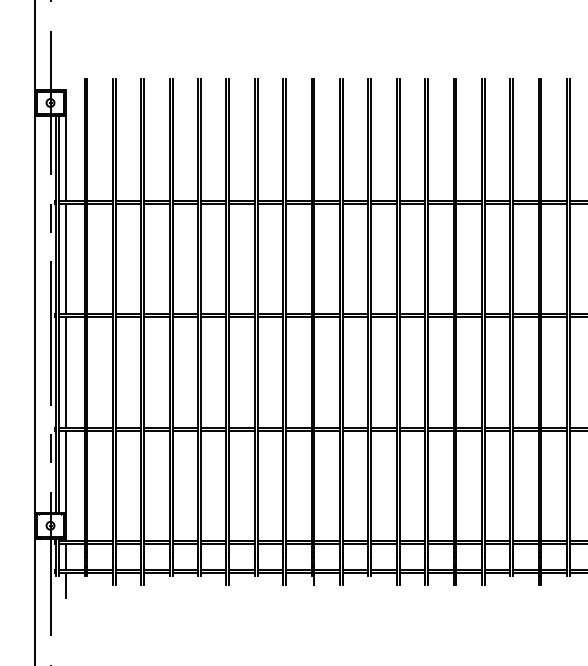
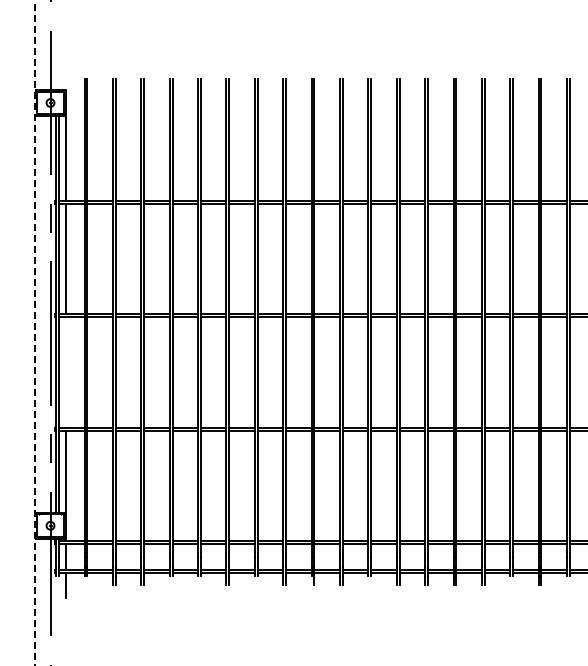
line at (34, 333): solid -> dashed
line at (66, 372): present -> none
